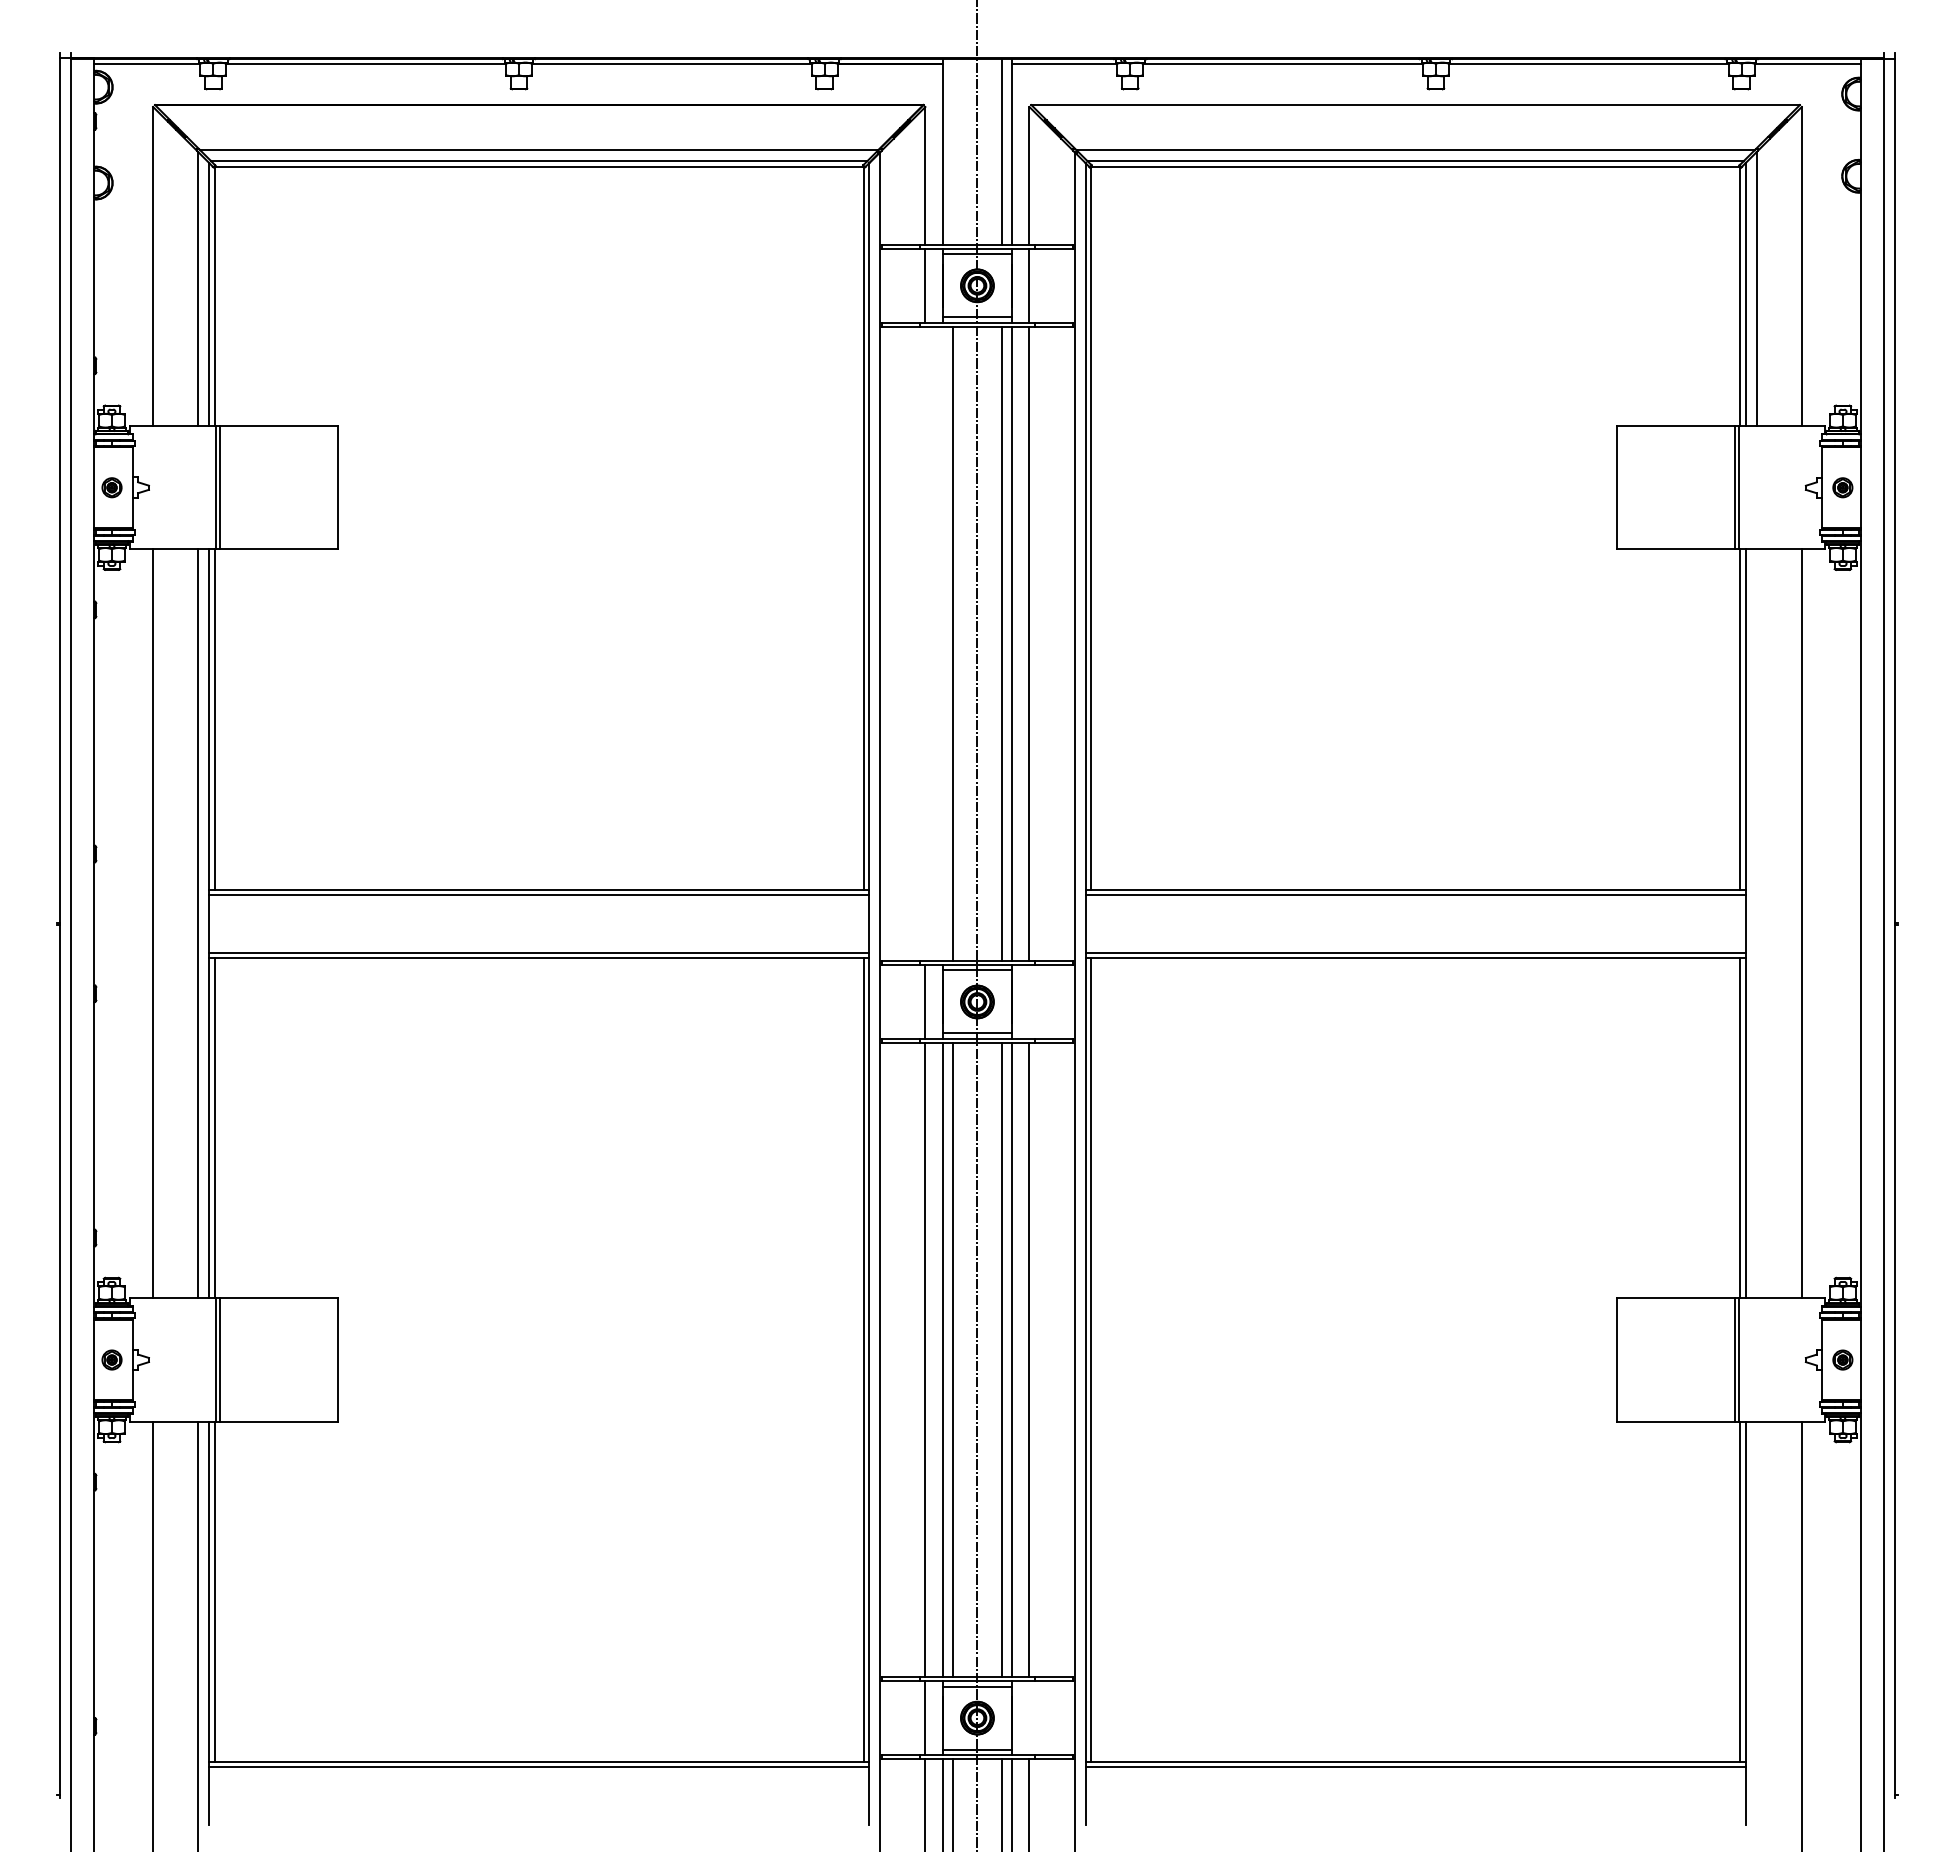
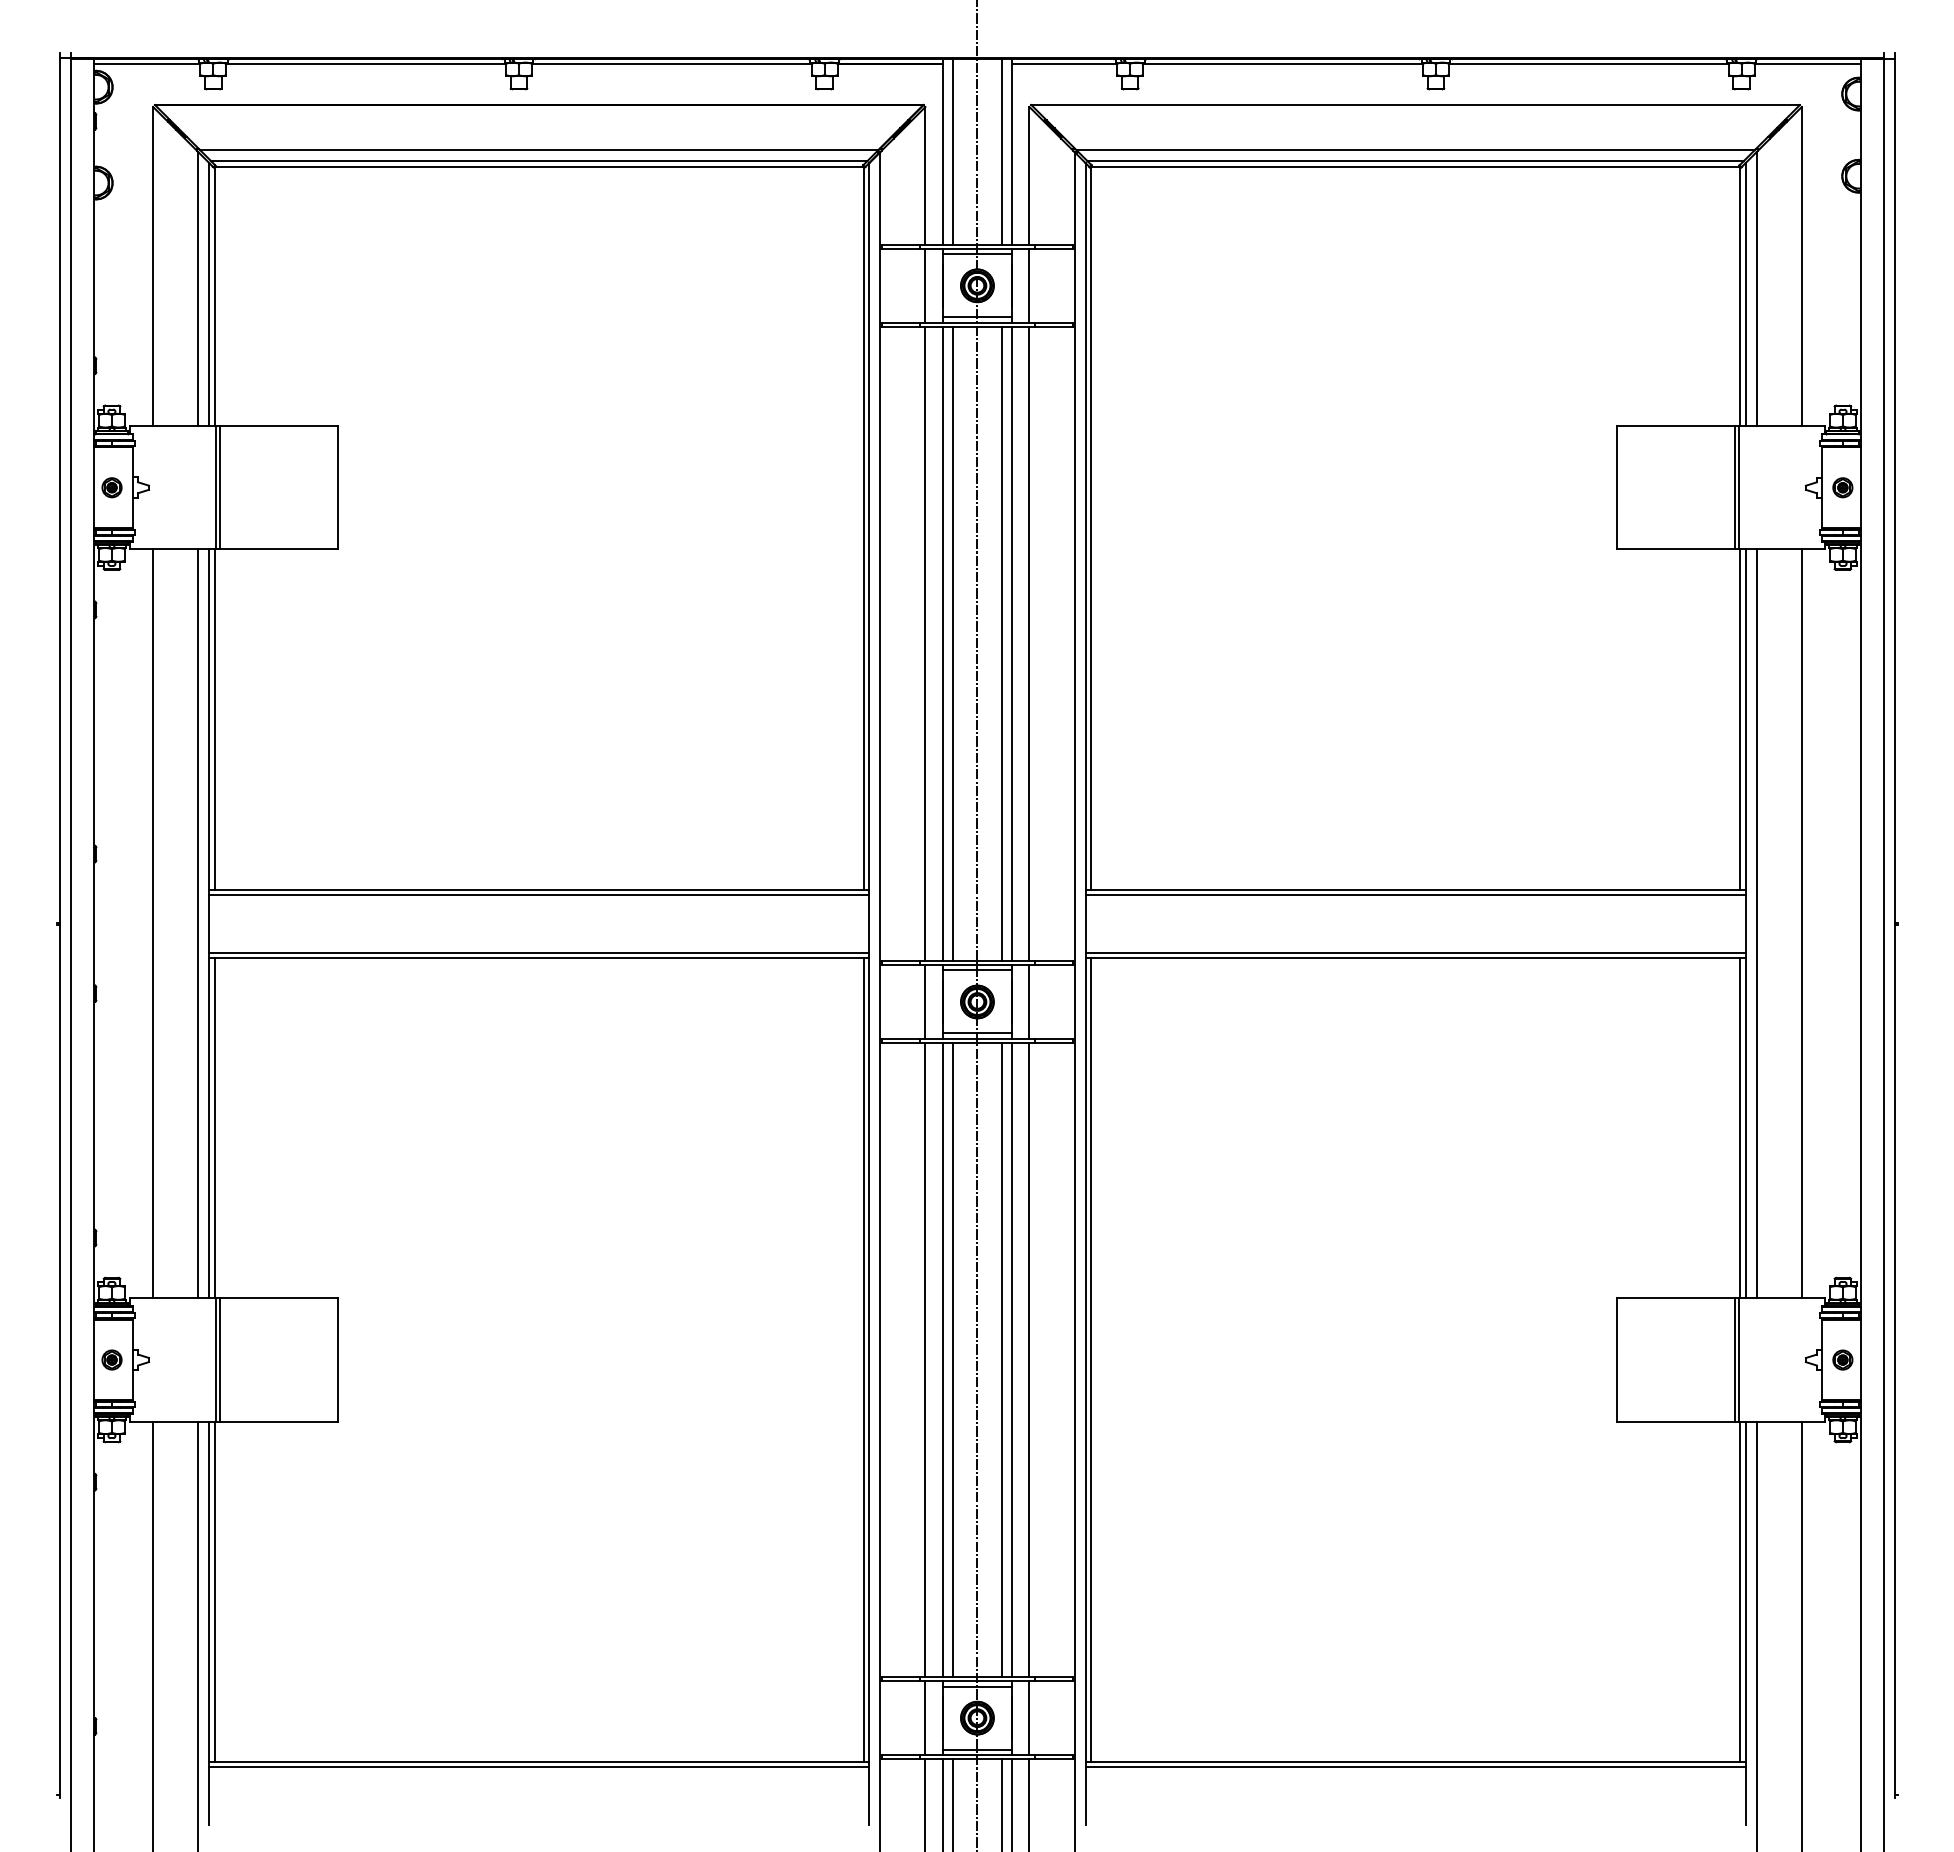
line at (952, 151): none -> present
line at (925, 643): none -> present
line at (943, 643): none -> present
line at (1756, 923): none -> present
line at (1029, 1001): none -> present
line at (1756, 1634): none -> present
line at (1029, 1718): none -> present
